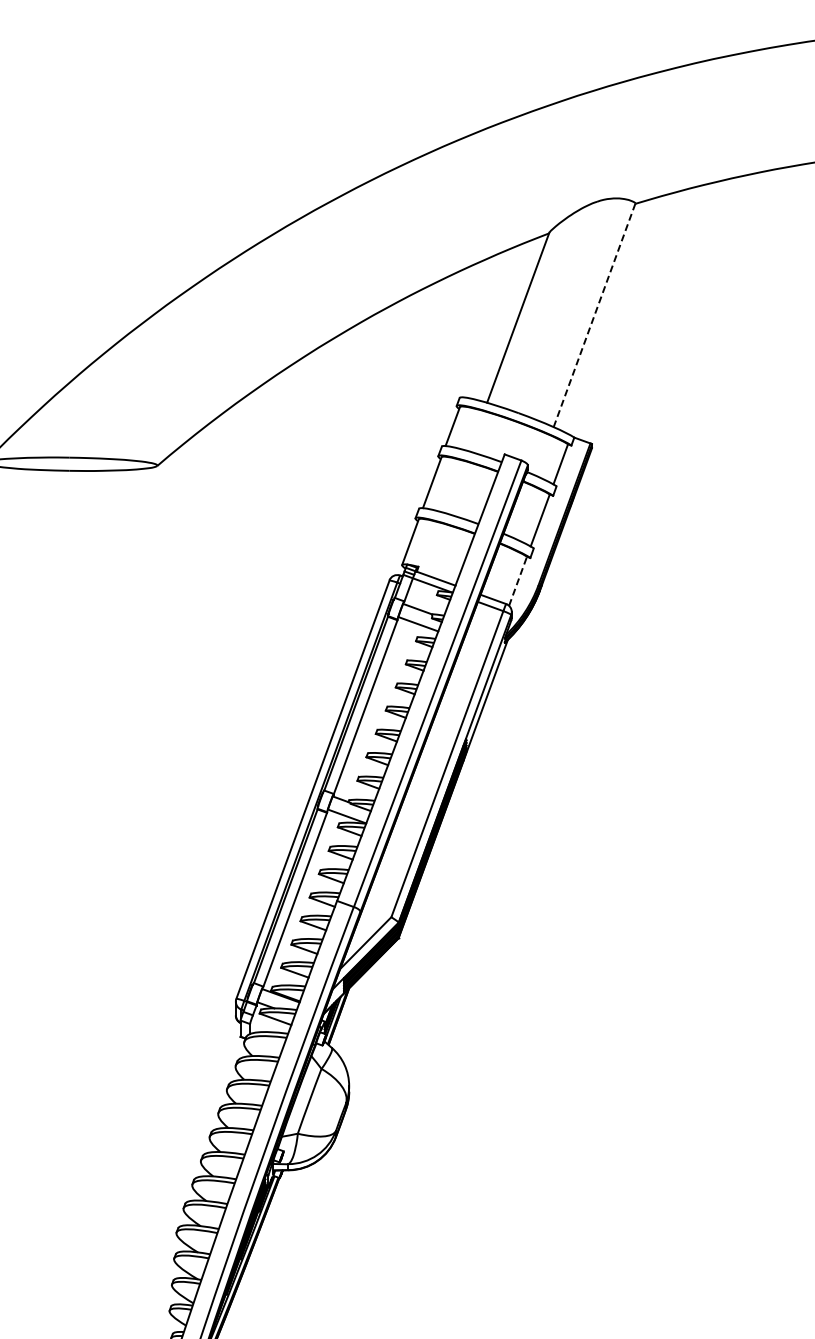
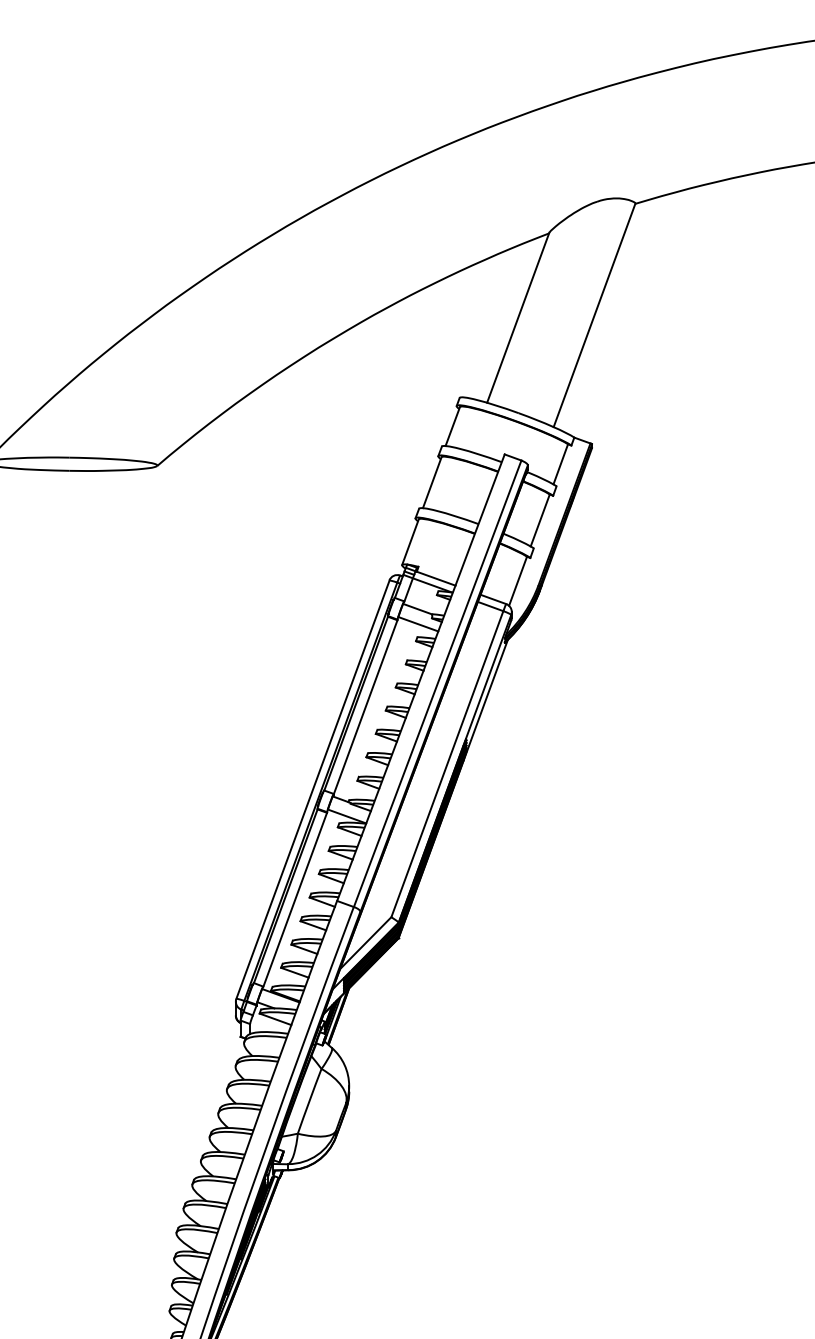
line at (594, 315): dashed -> solid
line at (518, 580): dashed -> solid
